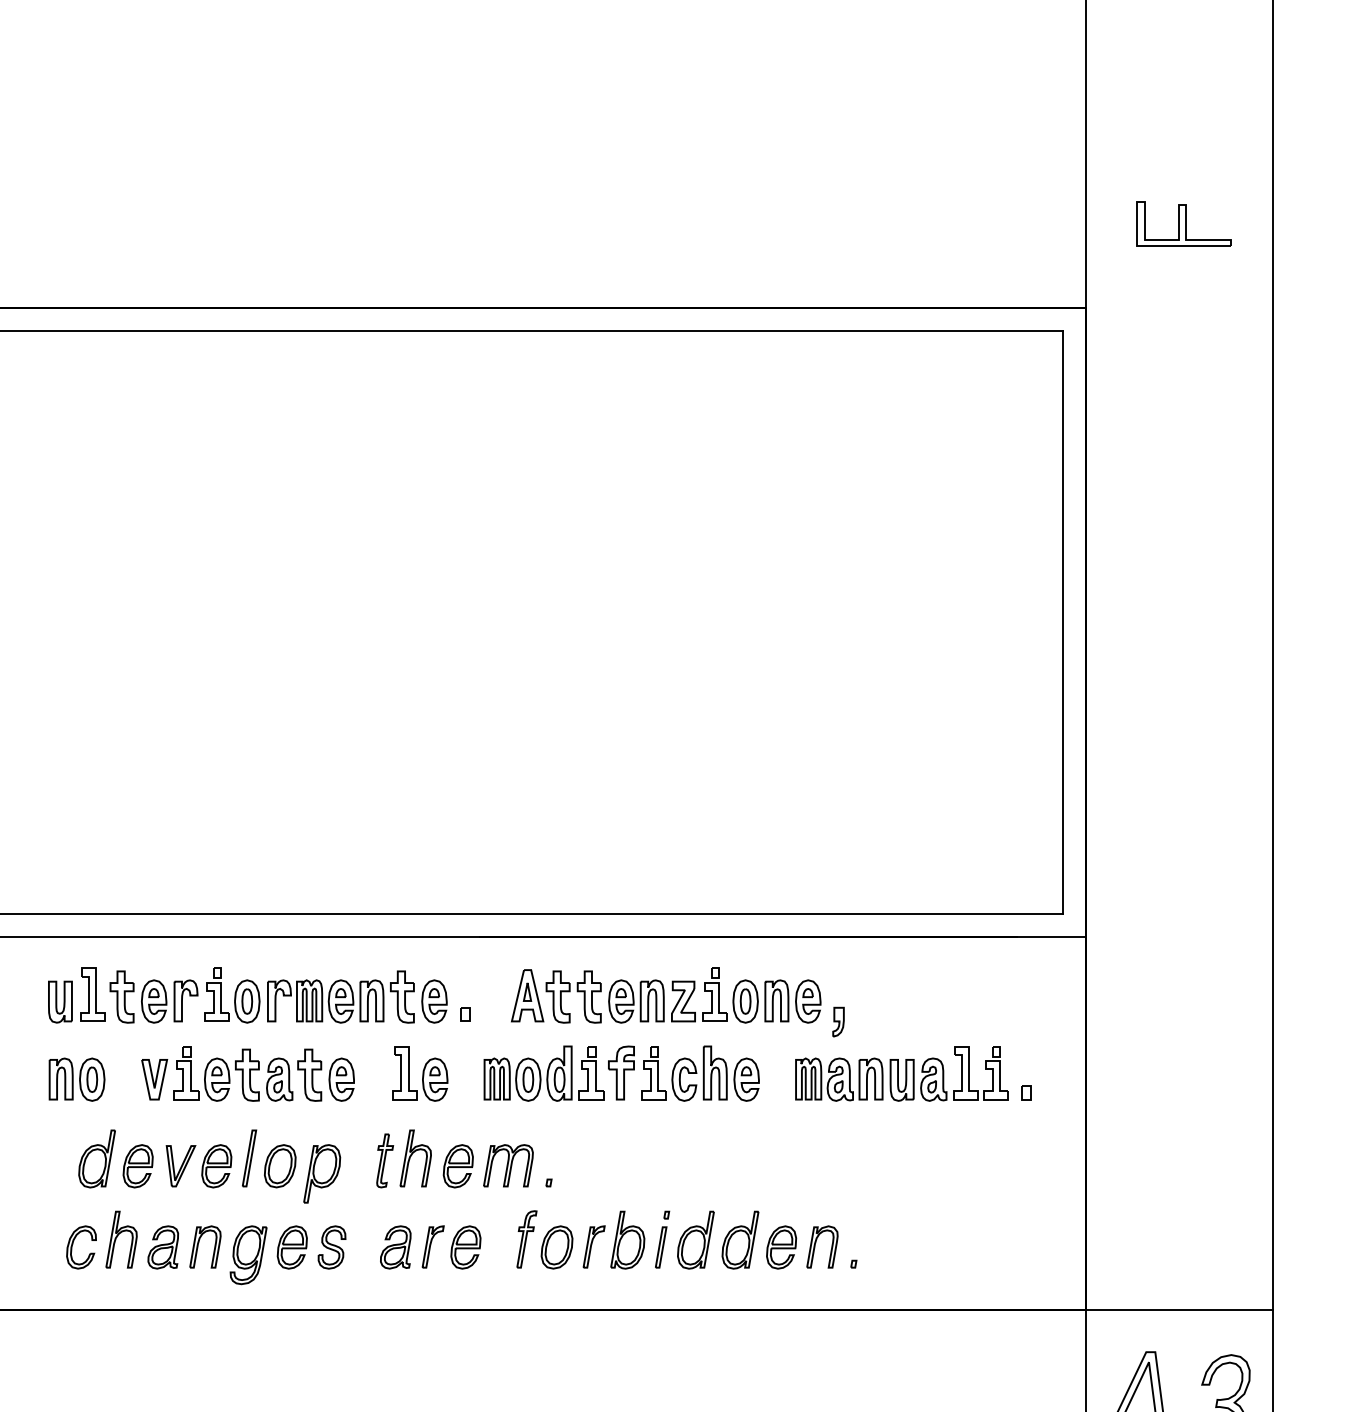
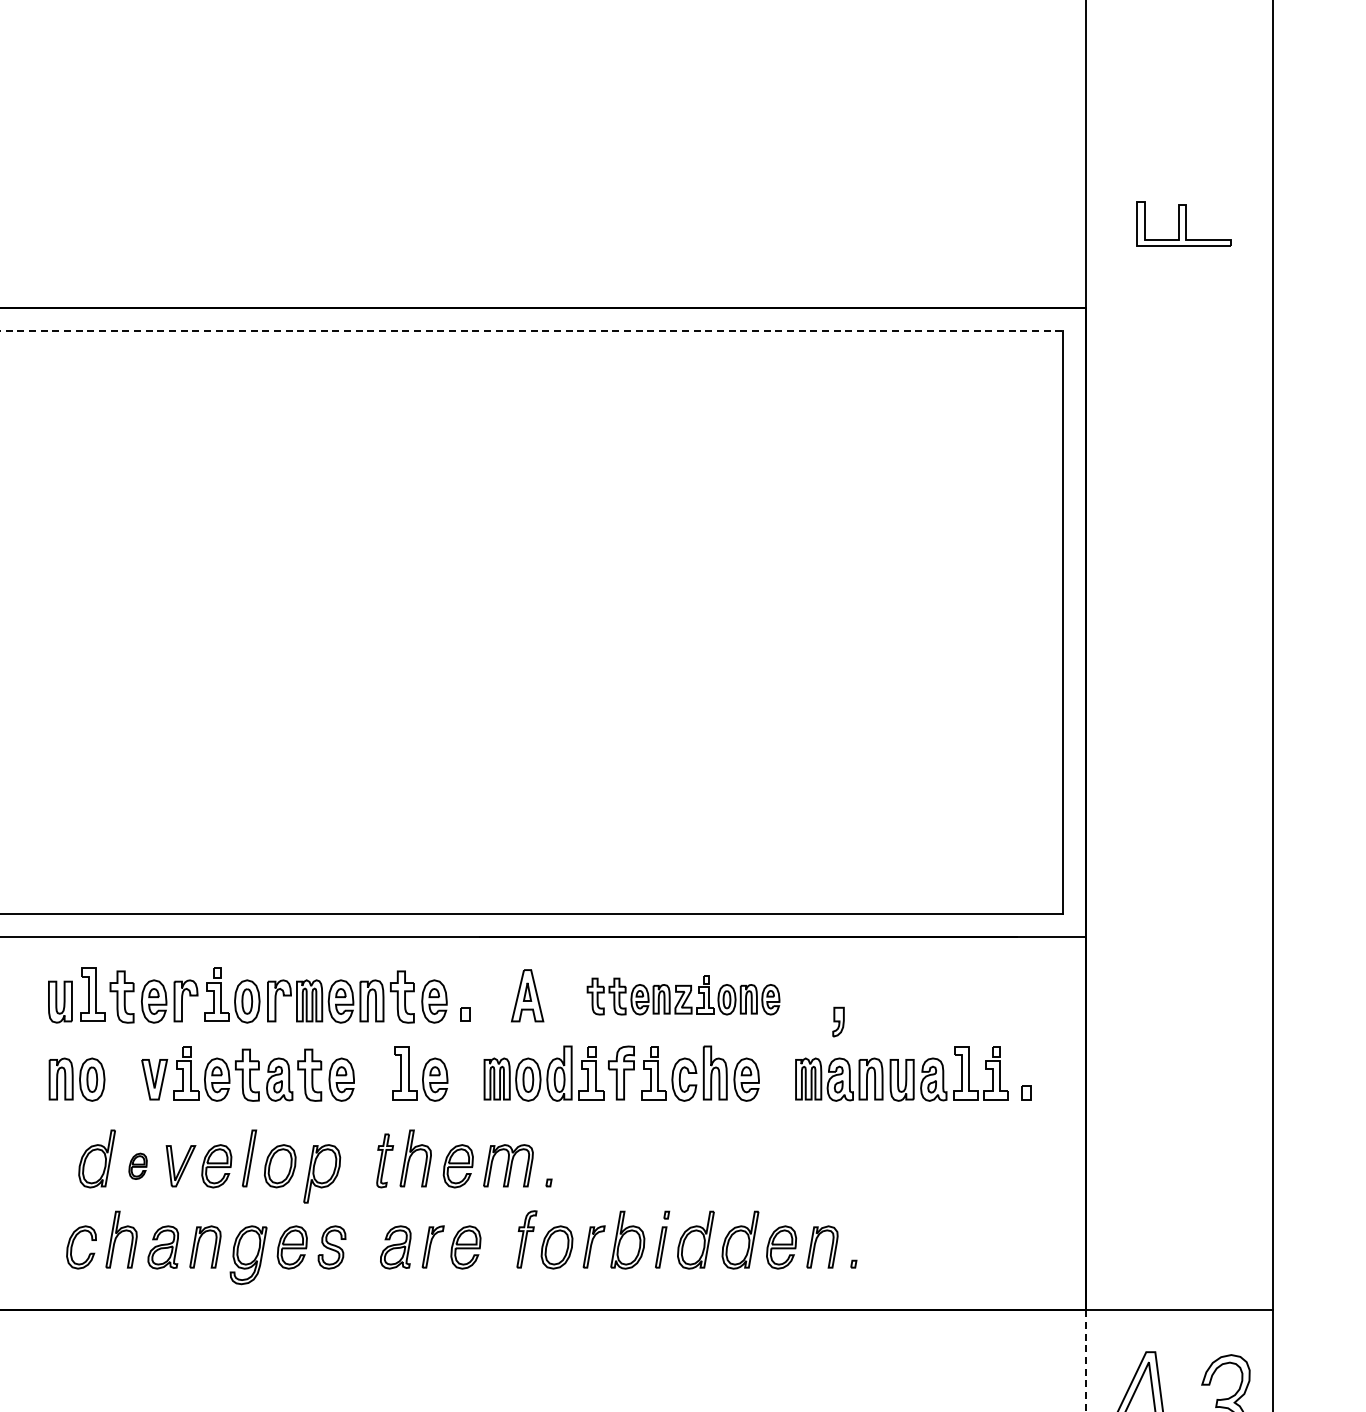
line at (532, 330): solid -> dashed
part at (683, 995) size: 277x57 px -> 195x41 px
part at (137, 1166) size: 32x45 px -> 20x28 px
line at (1086, 1361): solid -> dashed
